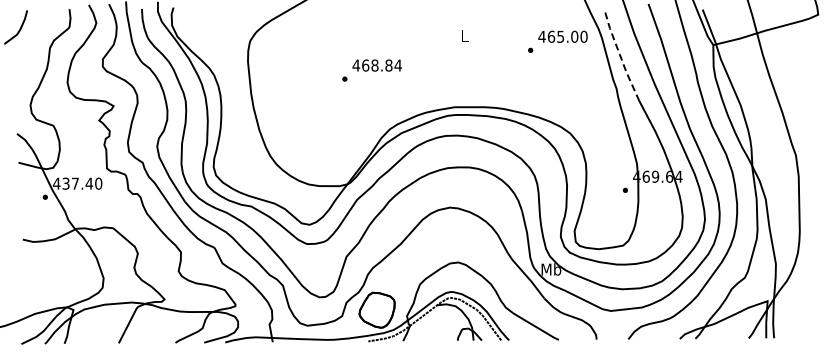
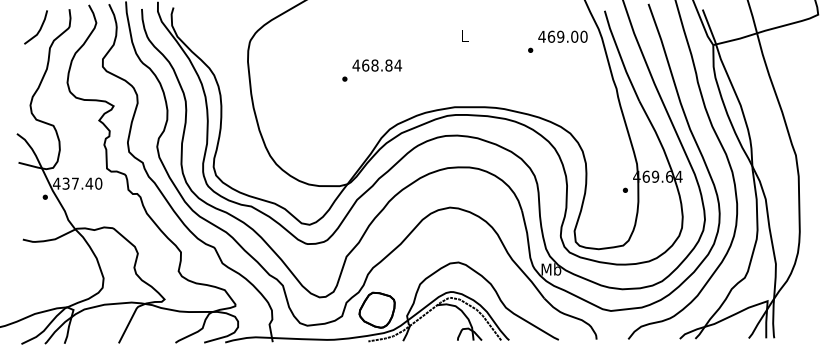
line at (19, 28) position: (19, 28) -> (39, 28)
text at (560, 36): 465.00 -> 469.00
line at (620, 56): dashed -> solid
